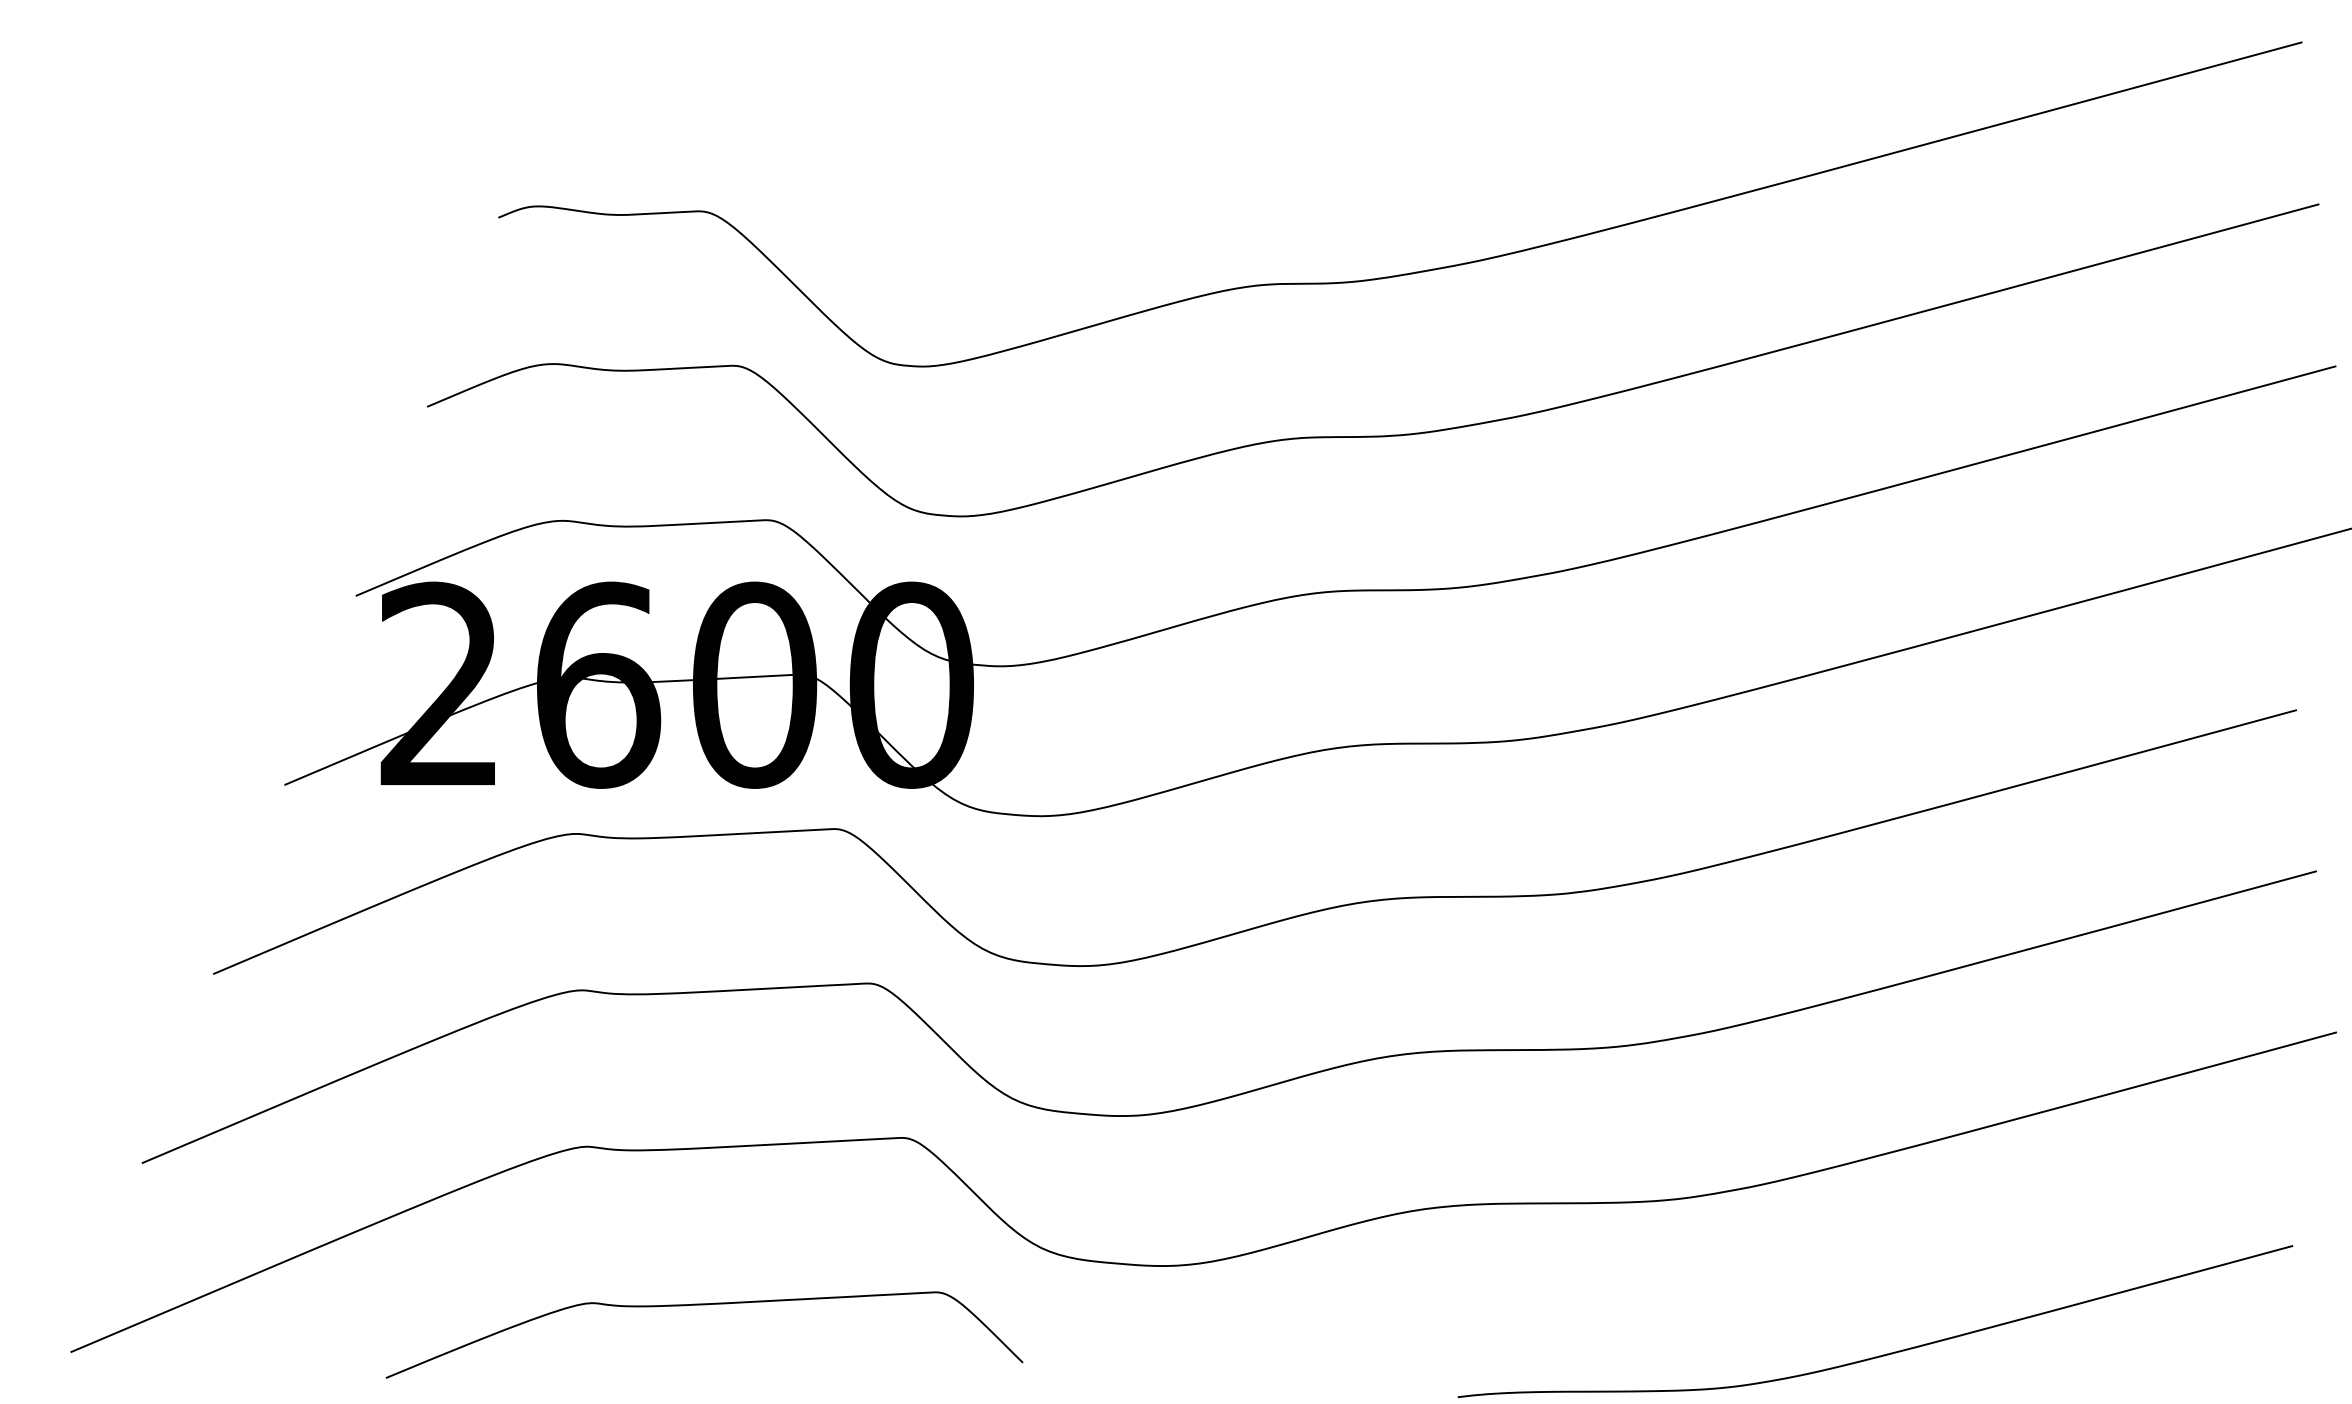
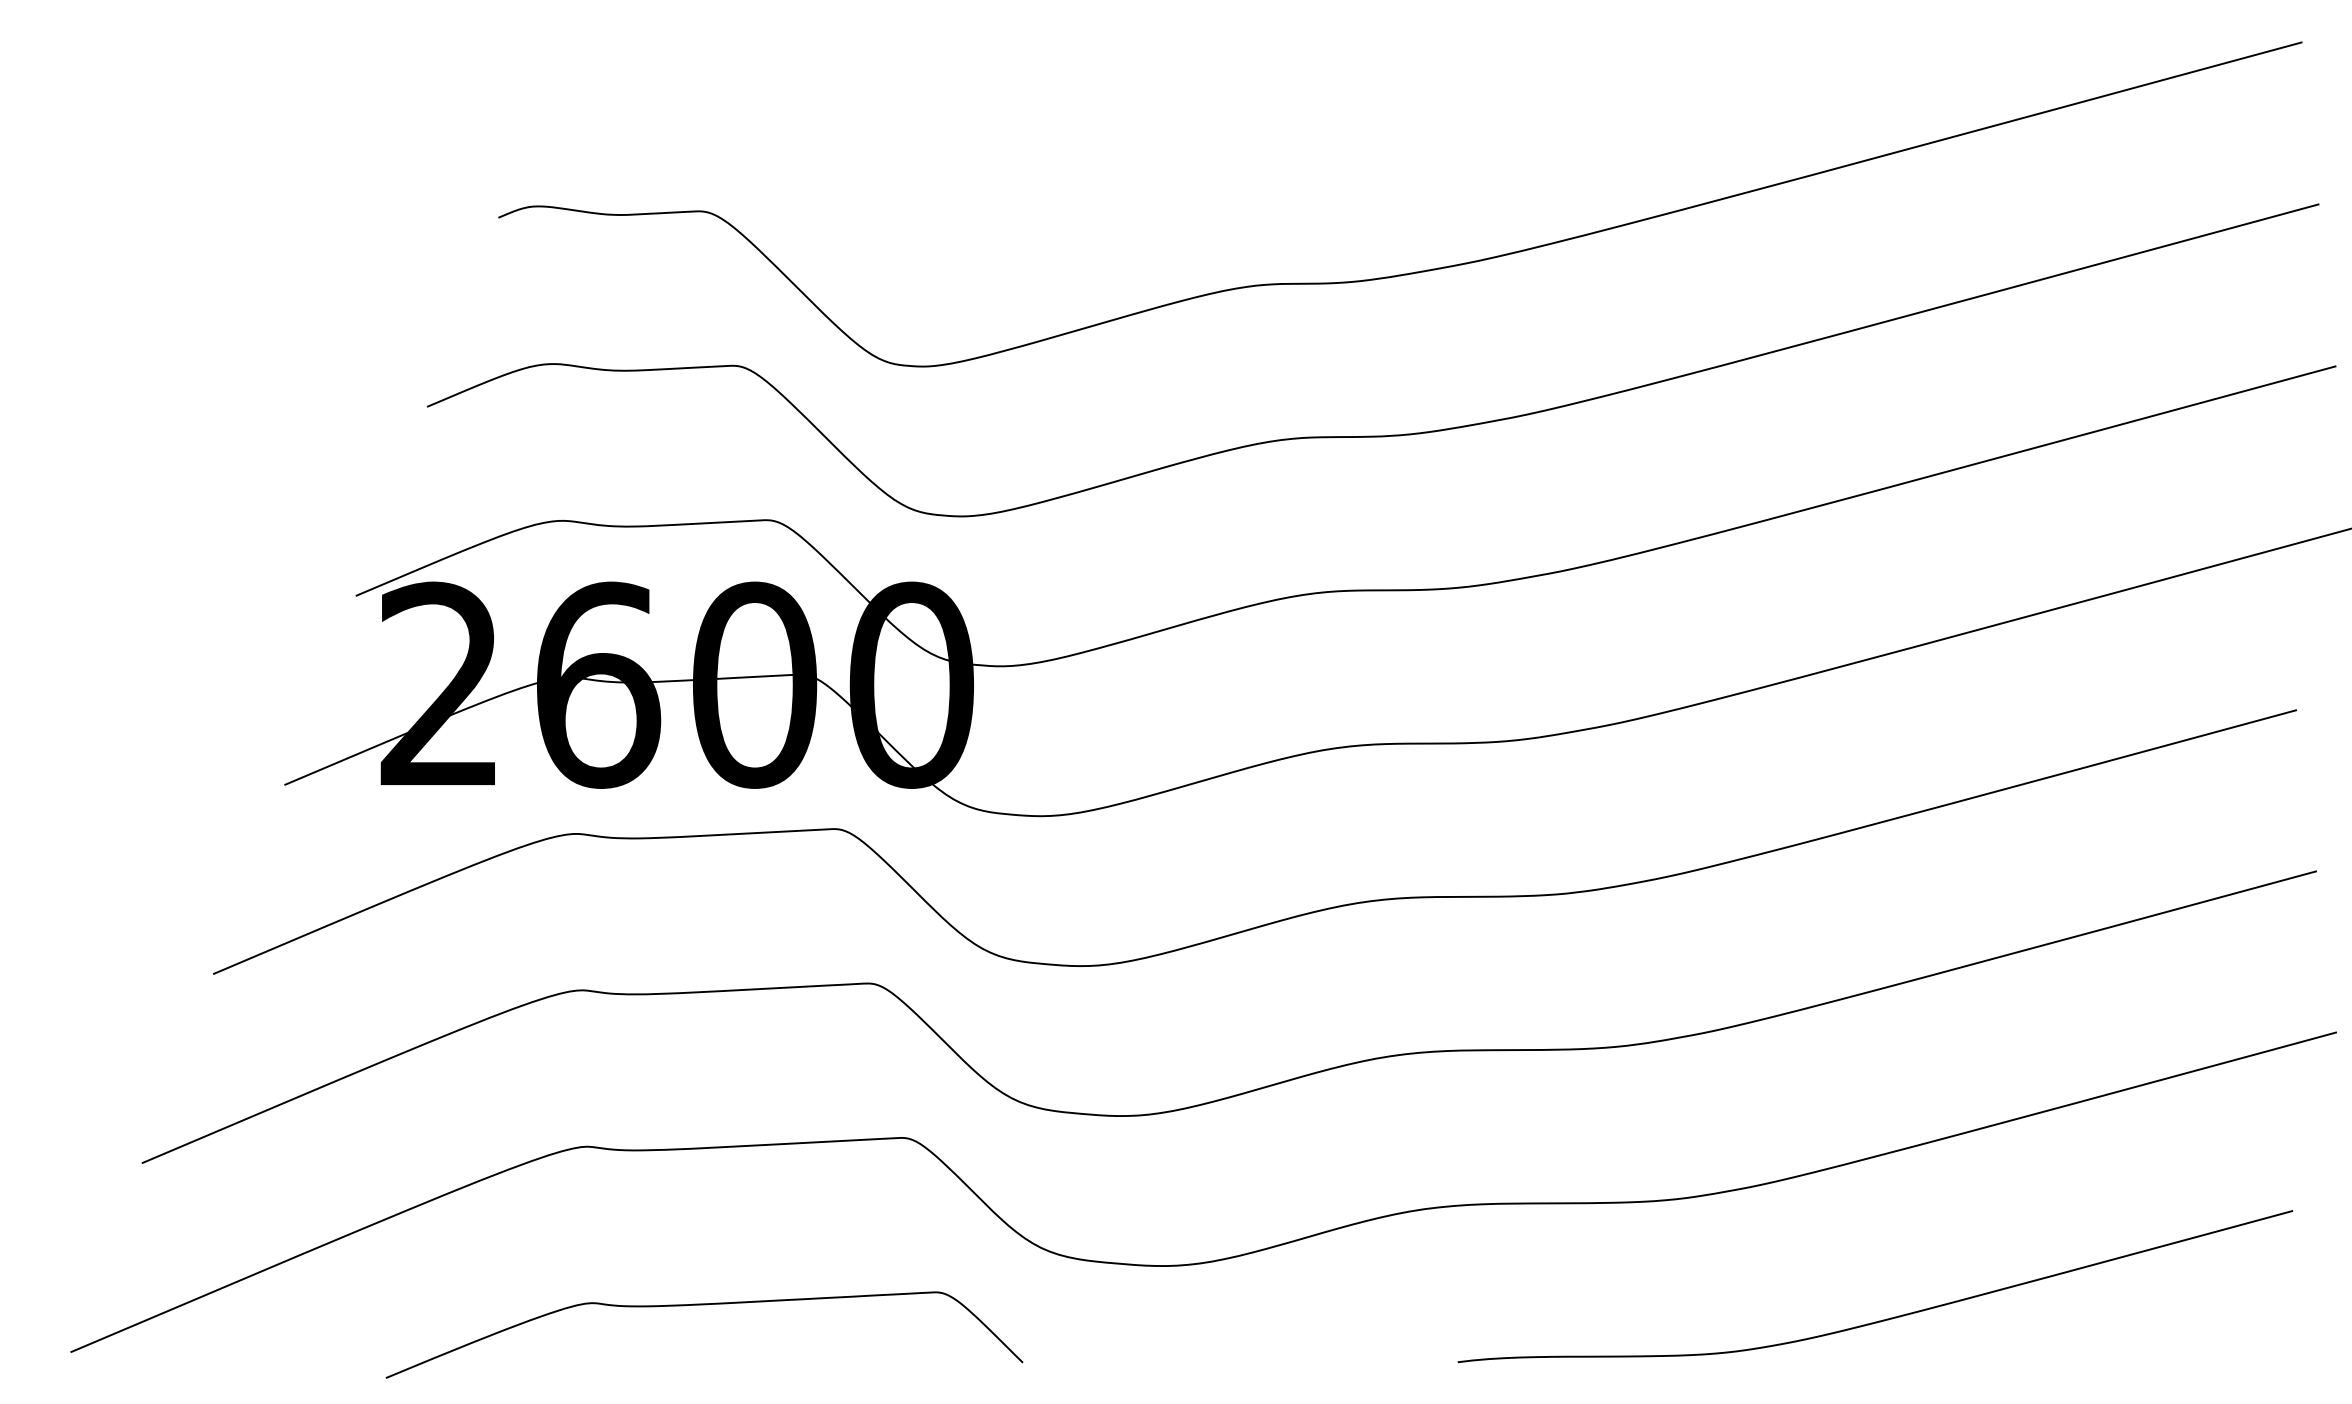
curve at (1882, 1354) position: (1882, 1354) -> (1882, 1319)
